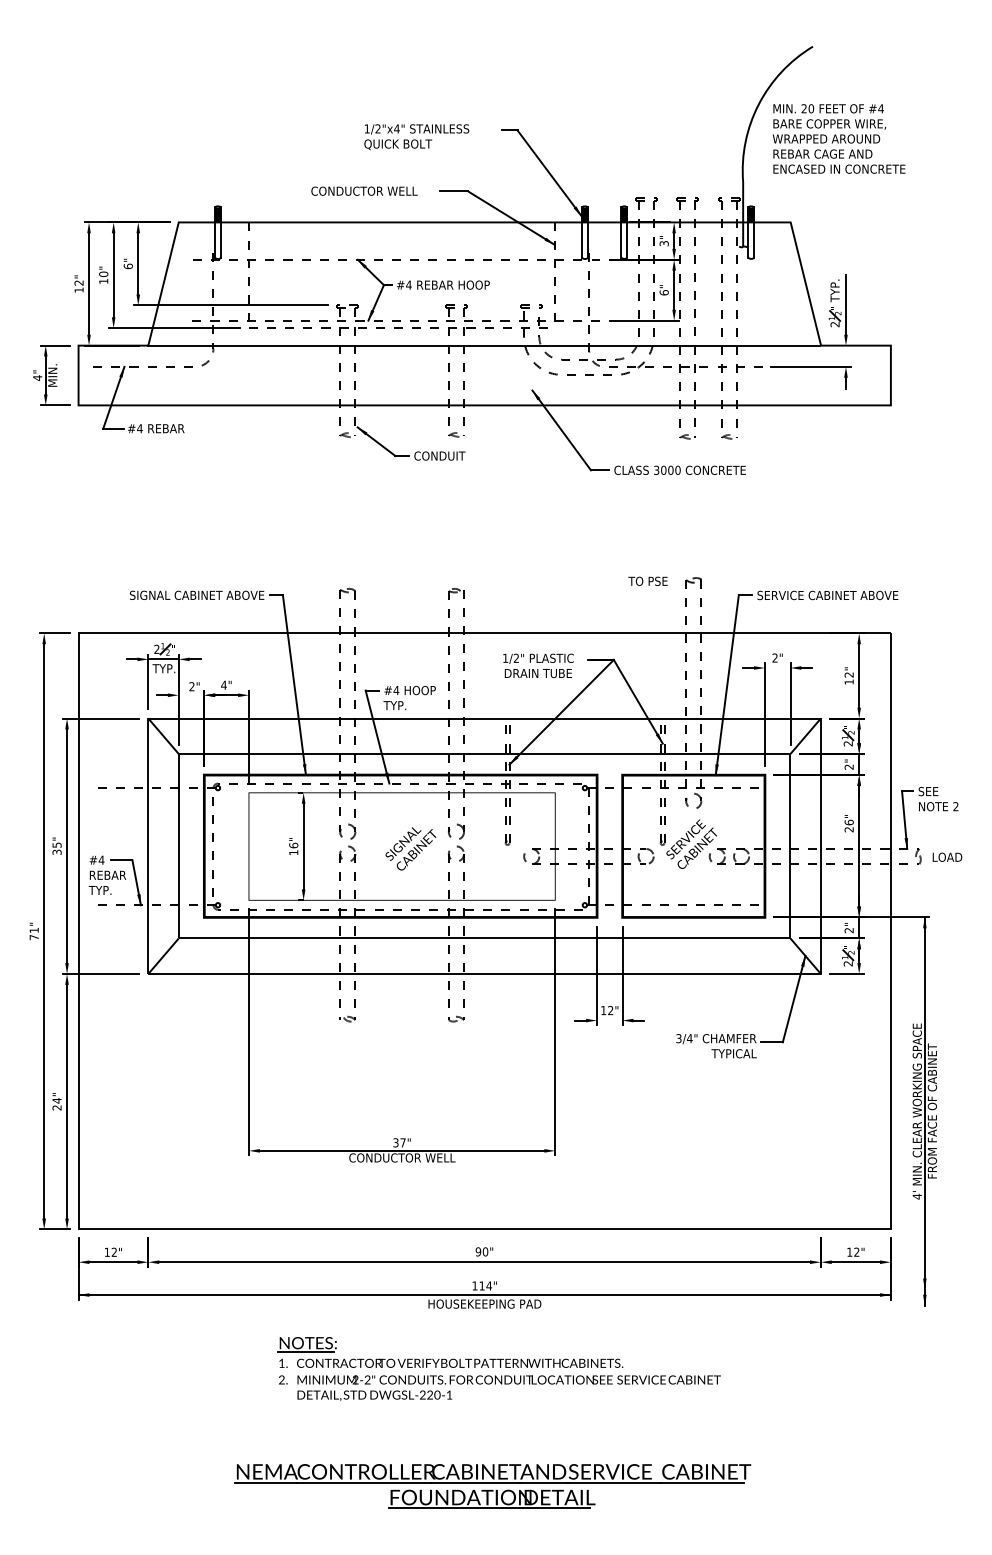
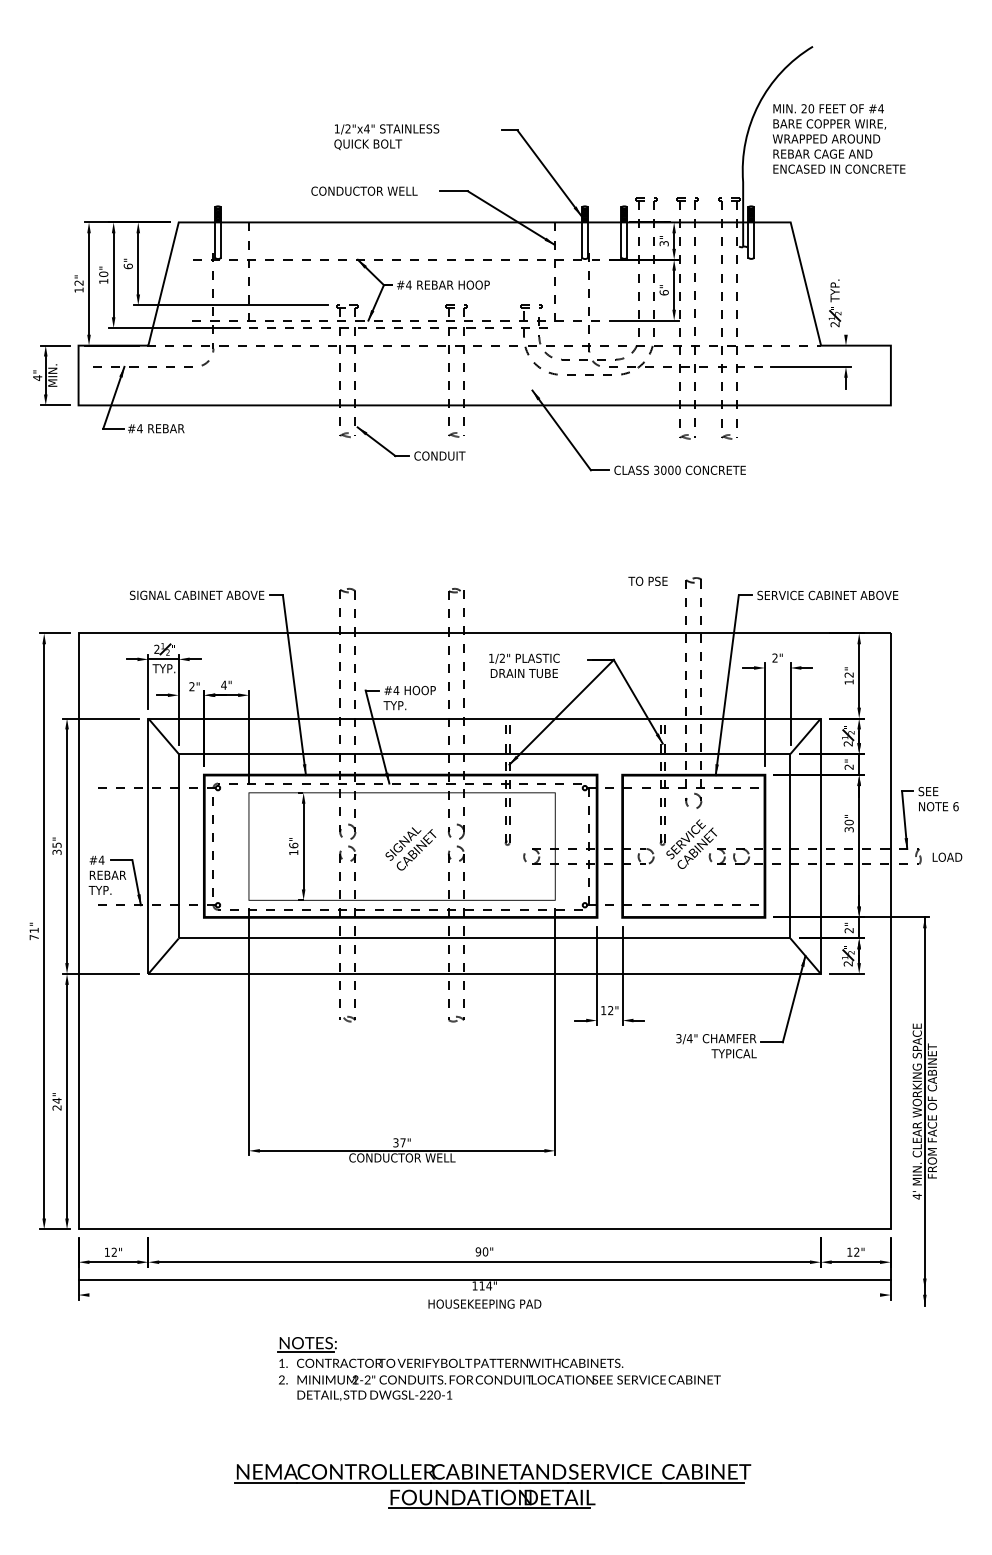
text at (416, 137) position: (416, 137) -> (386, 137)
line at (845, 304): present -> none
line at (484, 345): solid -> dashed
text at (538, 665) position: (538, 665) -> (524, 665)
text at (955, 806): 2 -> 6
text at (848, 825): 26" -> 30"
line at (484, 1295) position: (484, 1295) -> (484, 1280)
